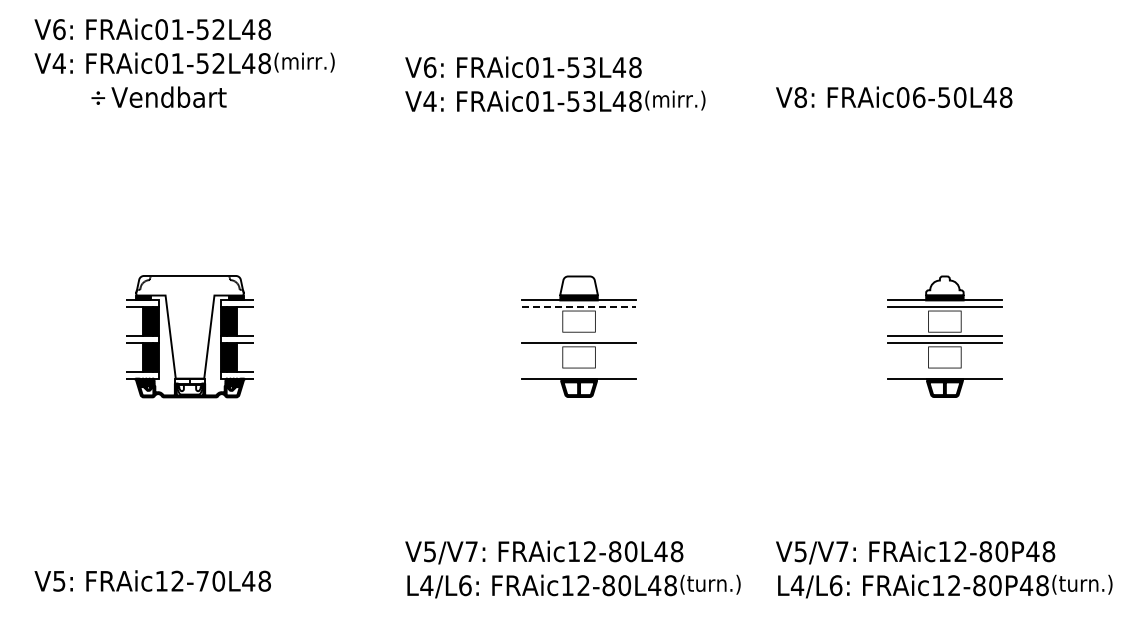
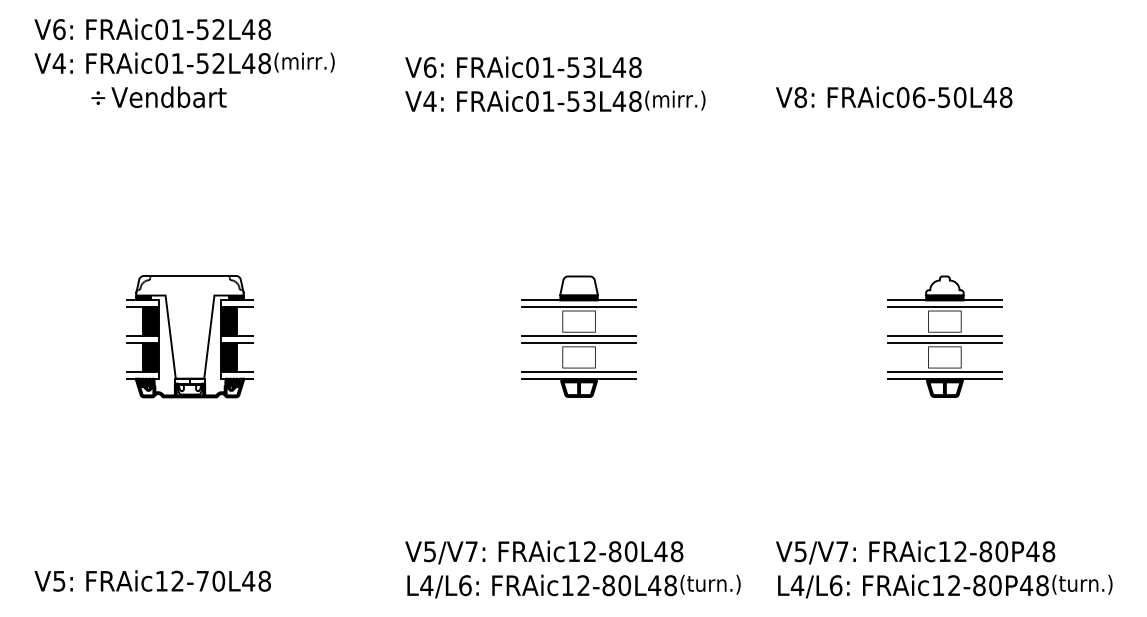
line at (579, 306): dashed -> solid
line at (579, 336): none -> present
line at (579, 372): none -> present
line at (944, 372): none -> present
